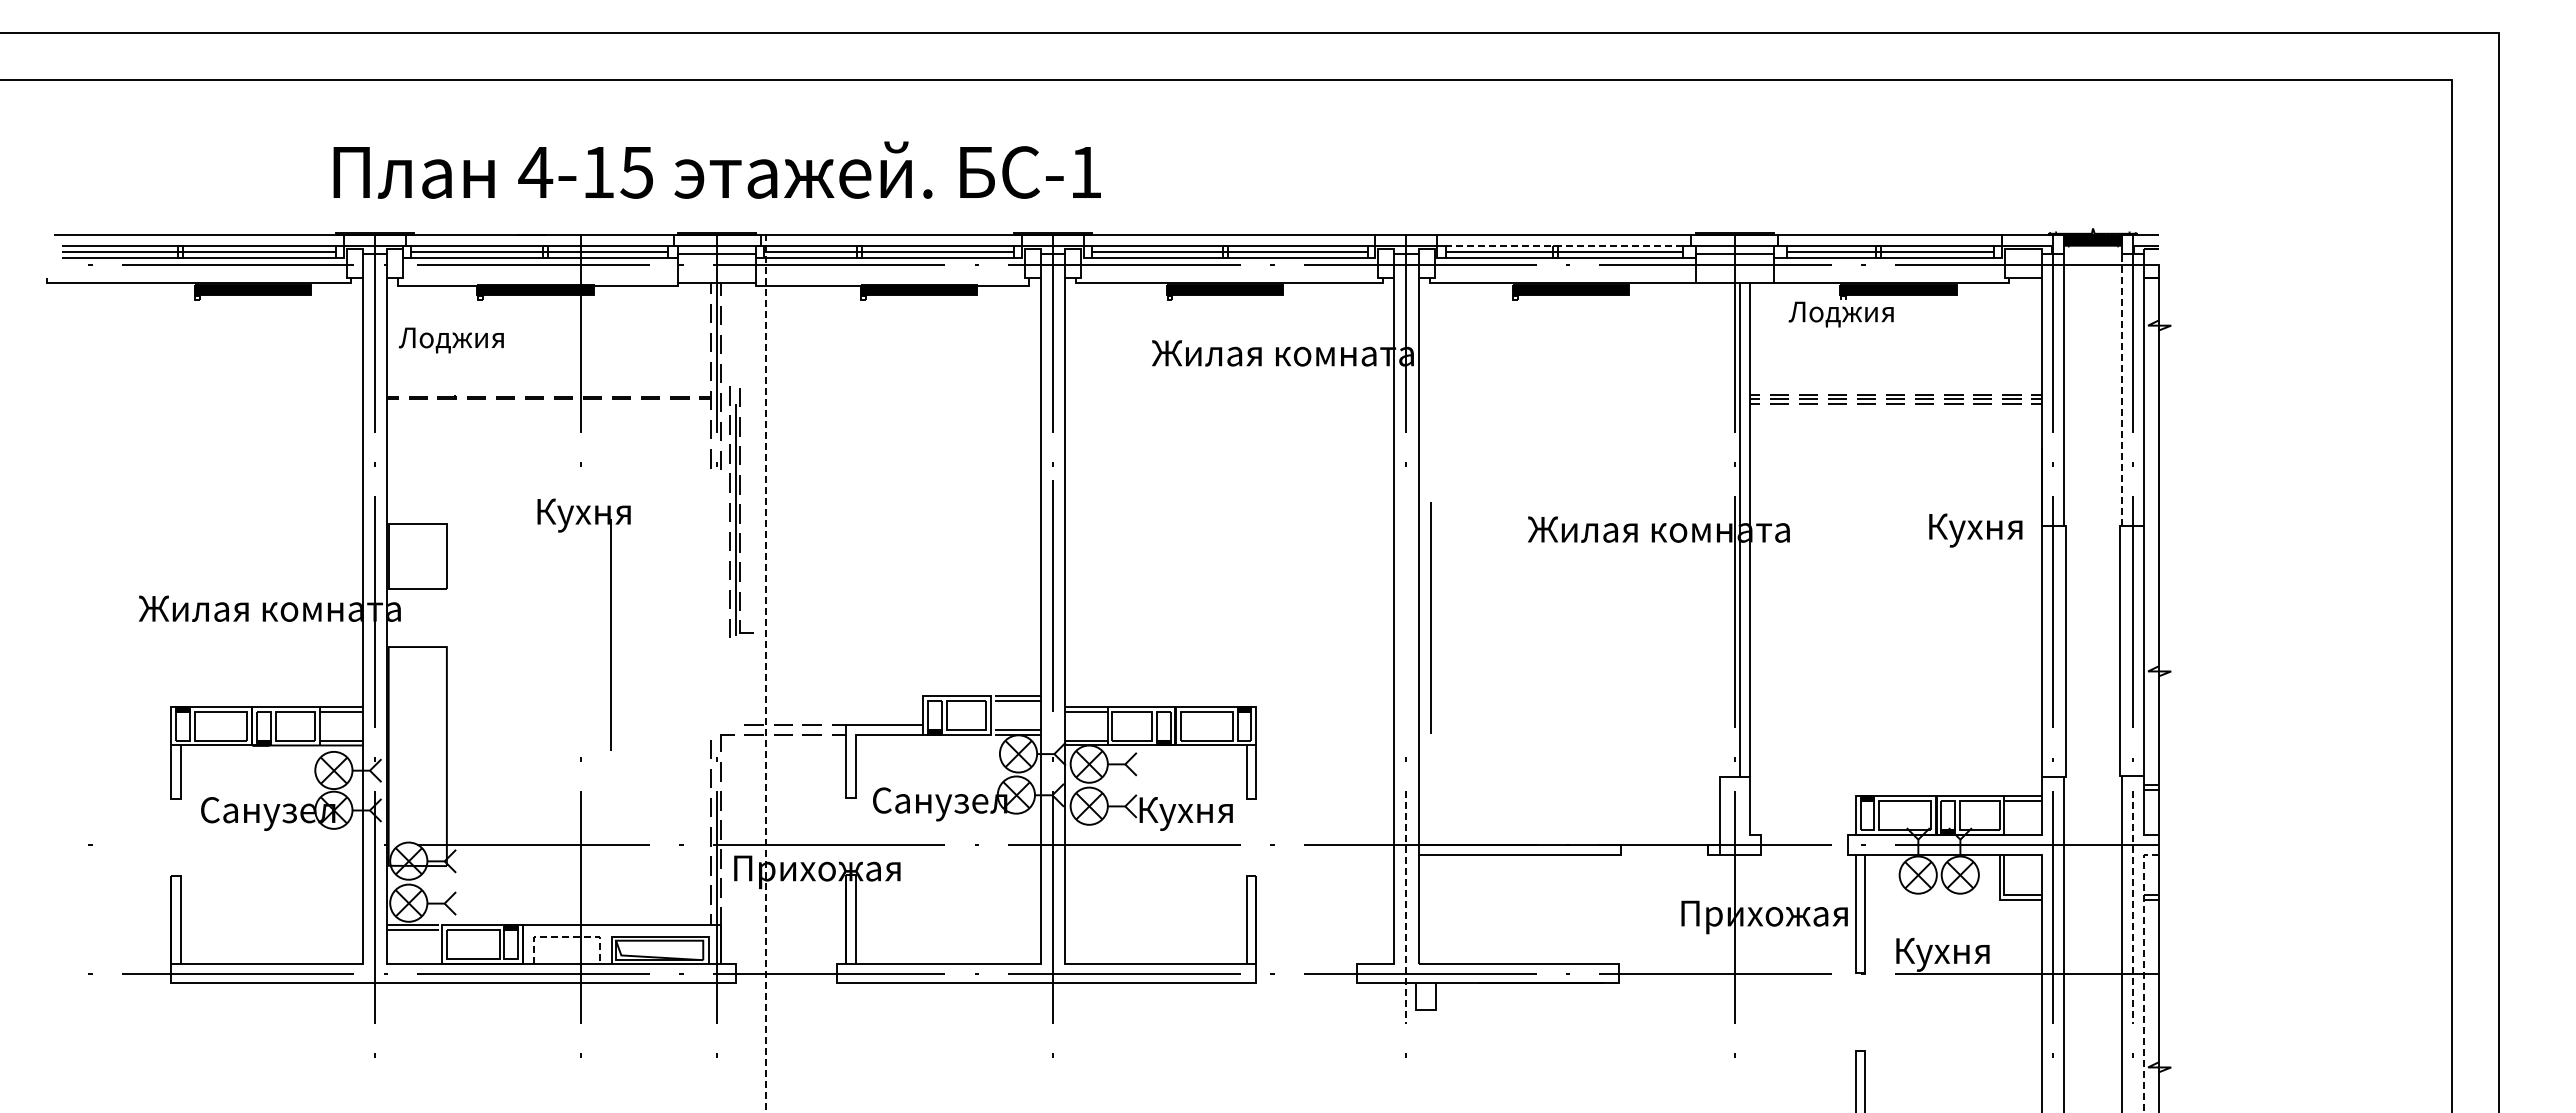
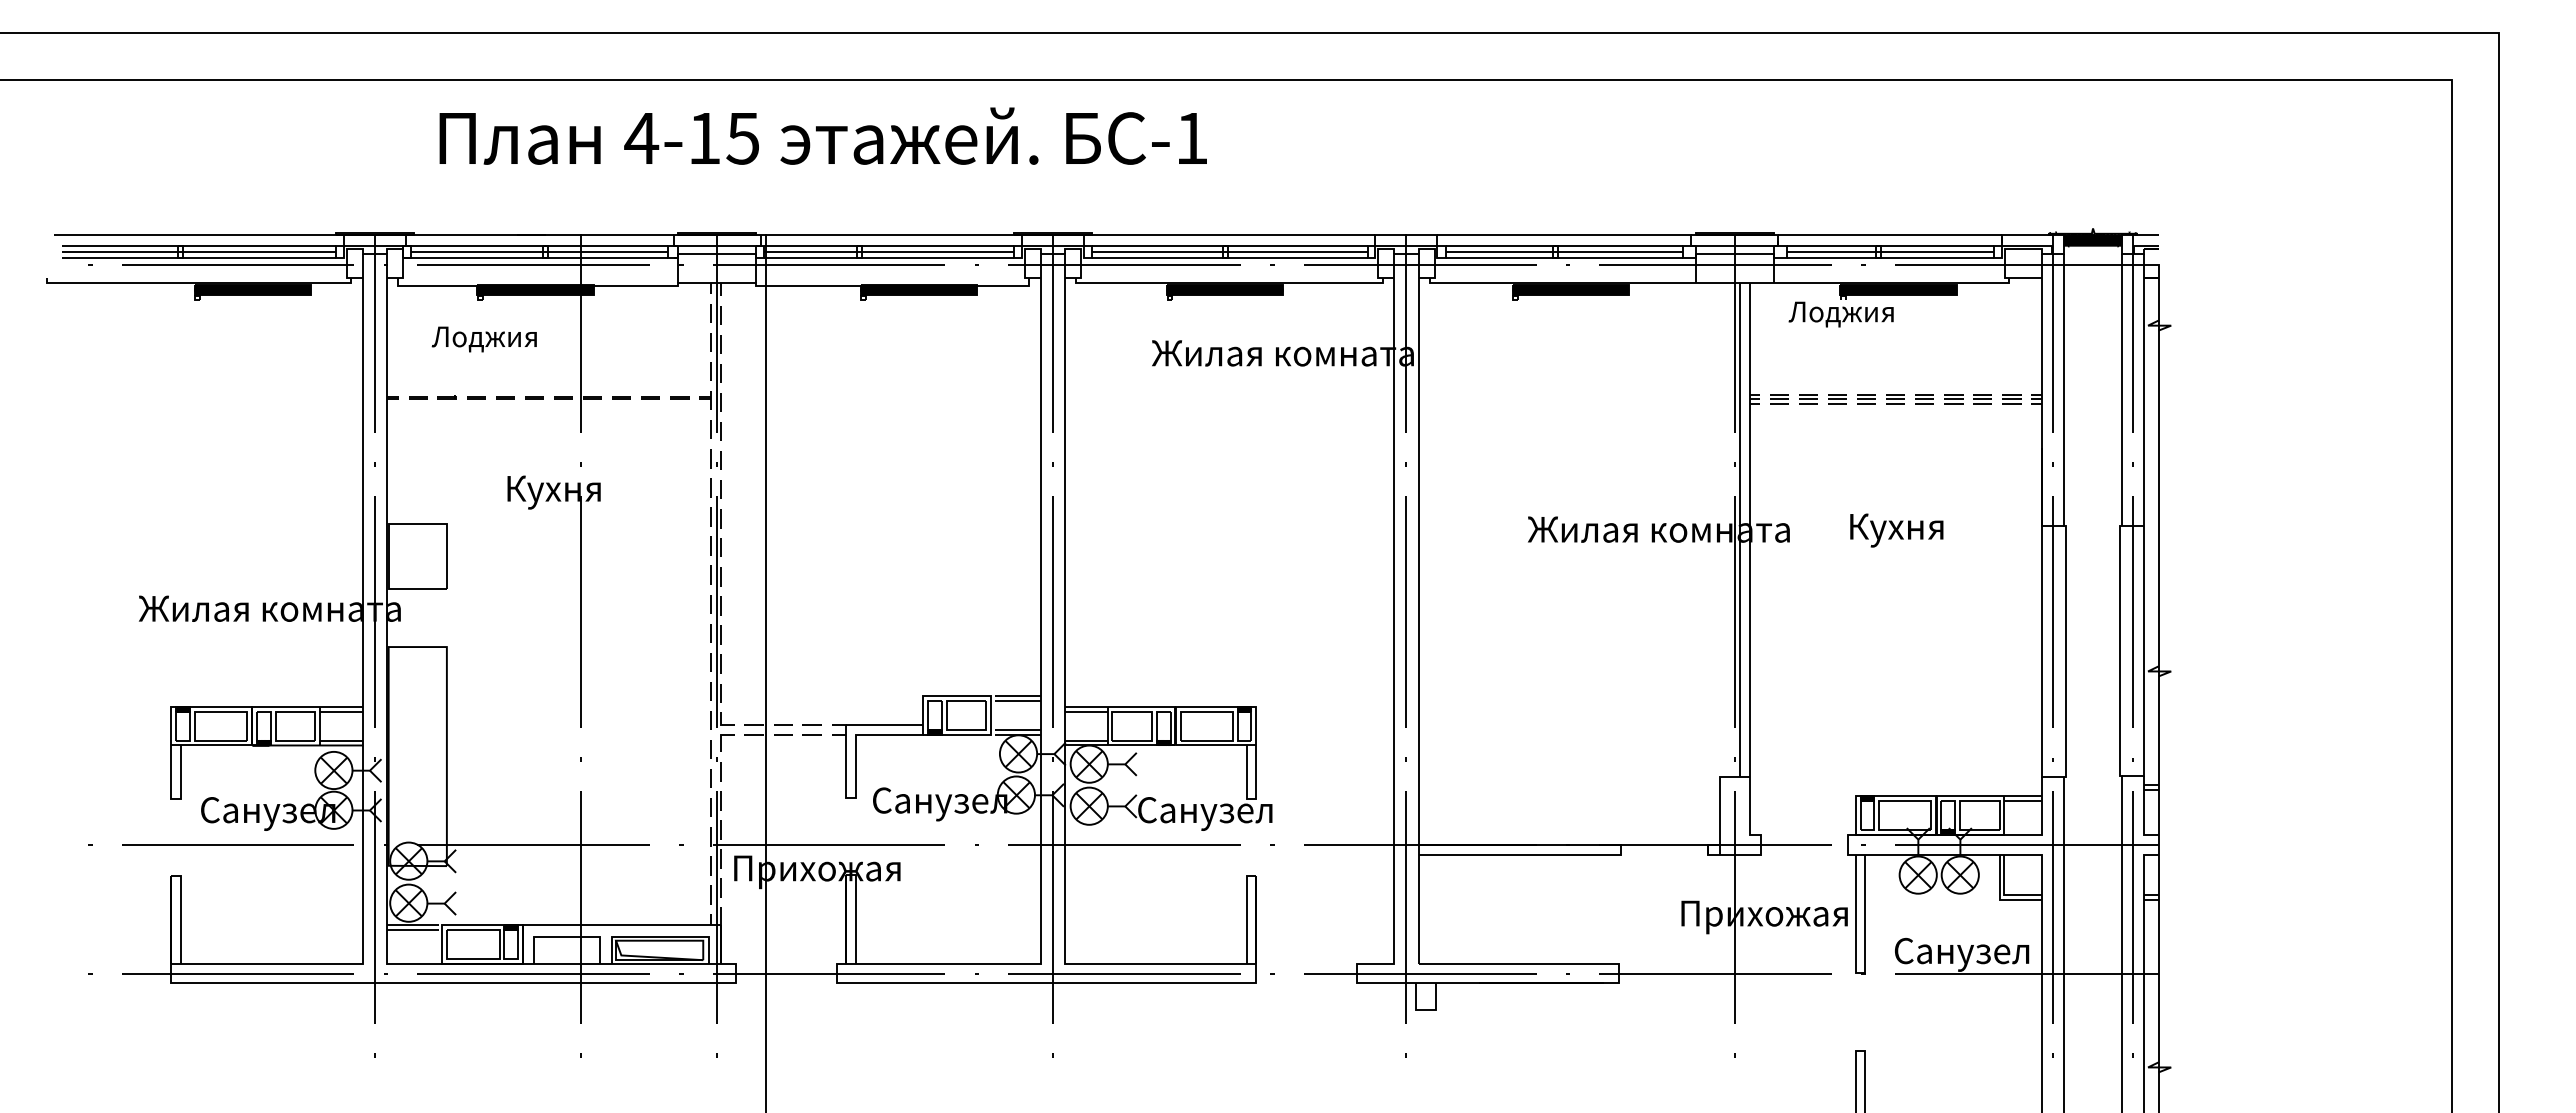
text at (716, 169) position: (716, 169) -> (822, 135)
line at (1564, 246): dashed -> solid
text at (450, 340) position: (450, 340) -> (483, 339)
line at (2122, 389): dashed -> solid
part at (741, 511) position: (741, 511) -> (722, 603)
text at (1975, 530) position: (1975, 530) -> (1896, 530)
line at (1052, 595) position: (1052, 595) -> (1052, 611)
line at (1430, 617) position: (1430, 617) -> (1405, 611)
part at (610, 624) position: (610, 624) -> (580, 601)
line at (766, 673): dashed -> solid
text at (1205, 813): Кухня -> Санузел
line at (237, 844): none -> present
line at (1406, 907): dashed -> solid
line at (2133, 908): dashed -> solid
line at (567, 936): dashed -> solid
text at (1962, 954): Кухня -> Санузел
line at (2144, 975): dashed -> solid
